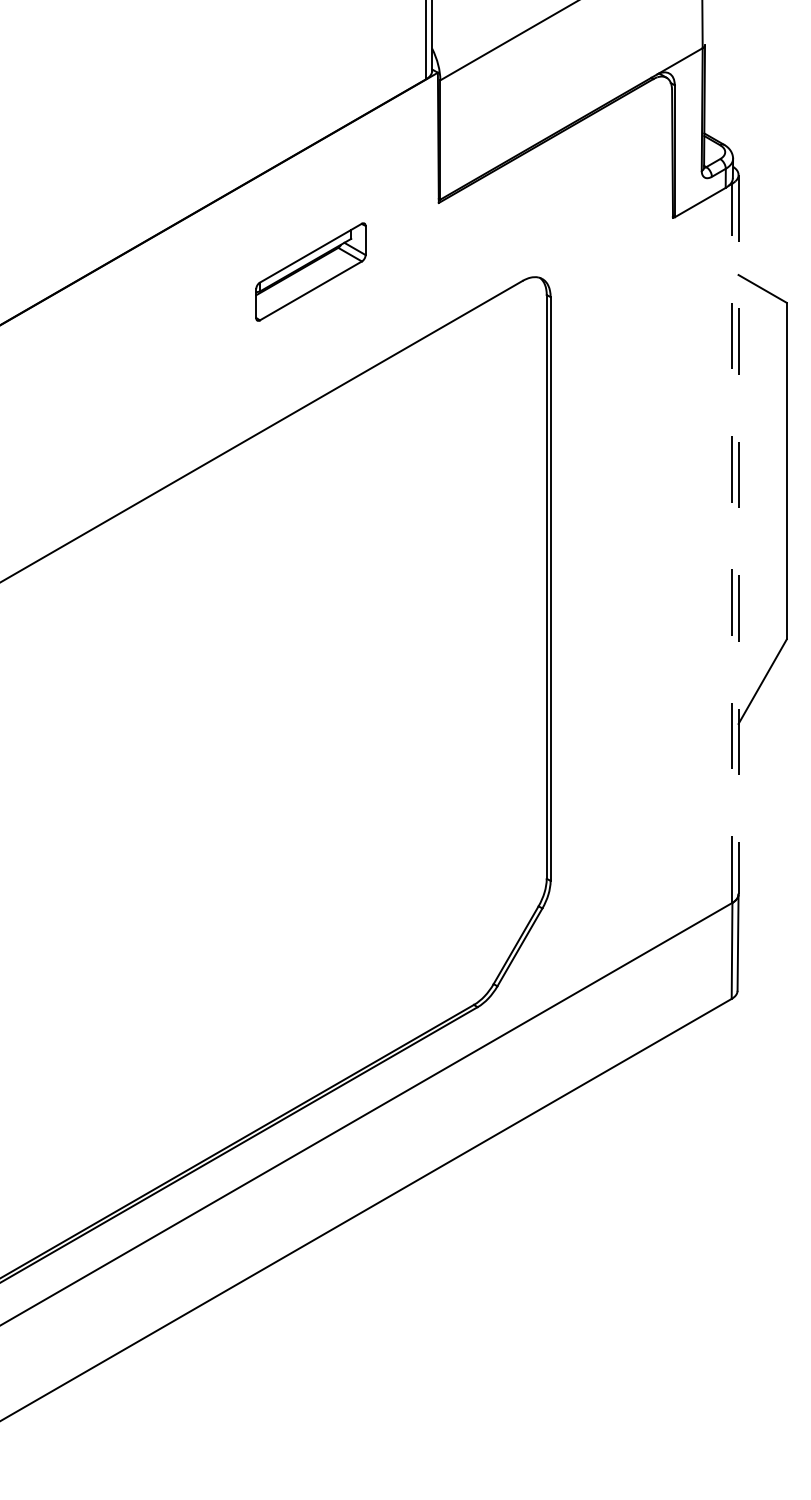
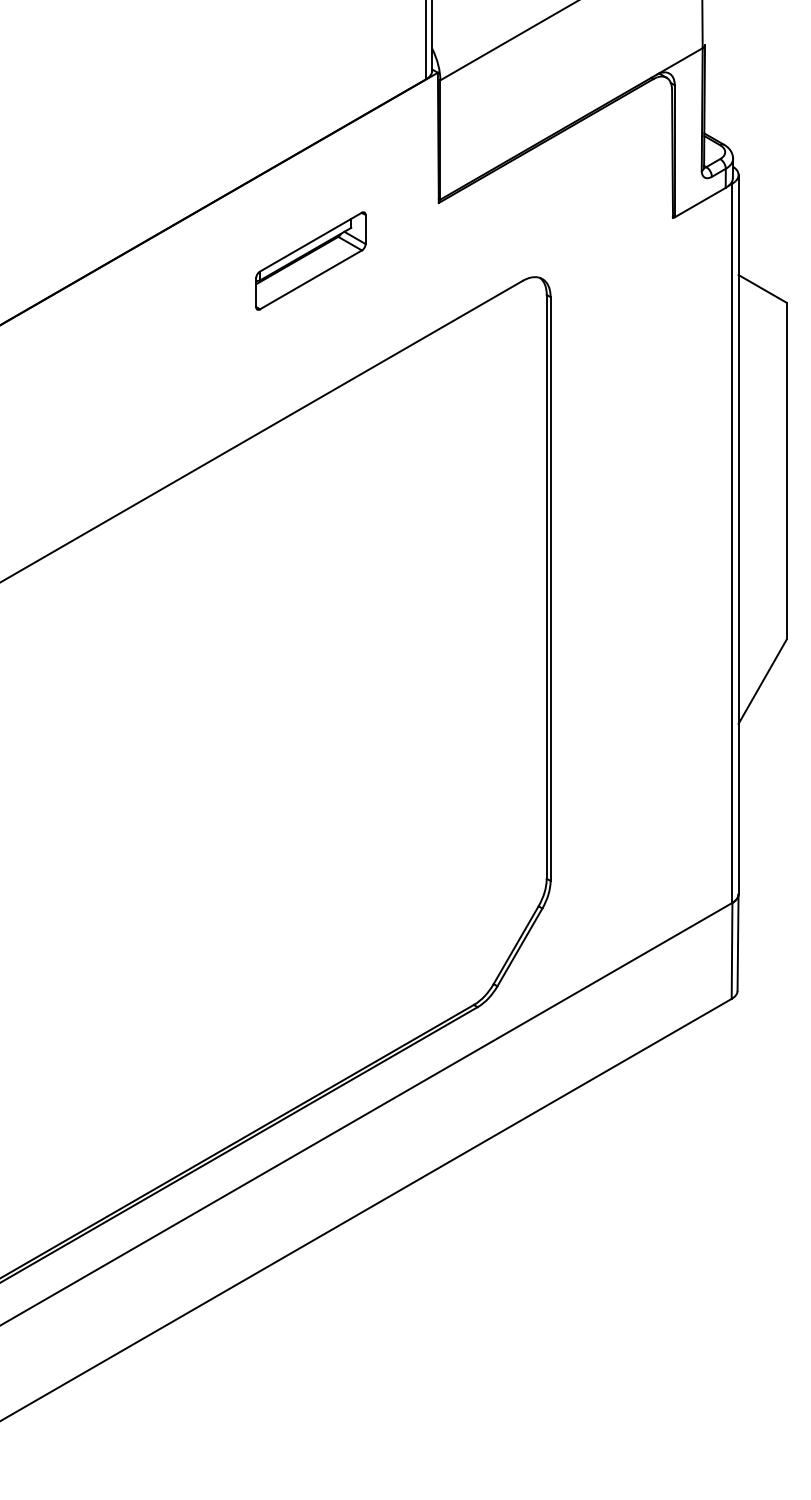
part at (310, 271) position: (310, 271) -> (310, 260)
line at (738, 534): dashed -> solid
line at (732, 543): dashed -> solid
